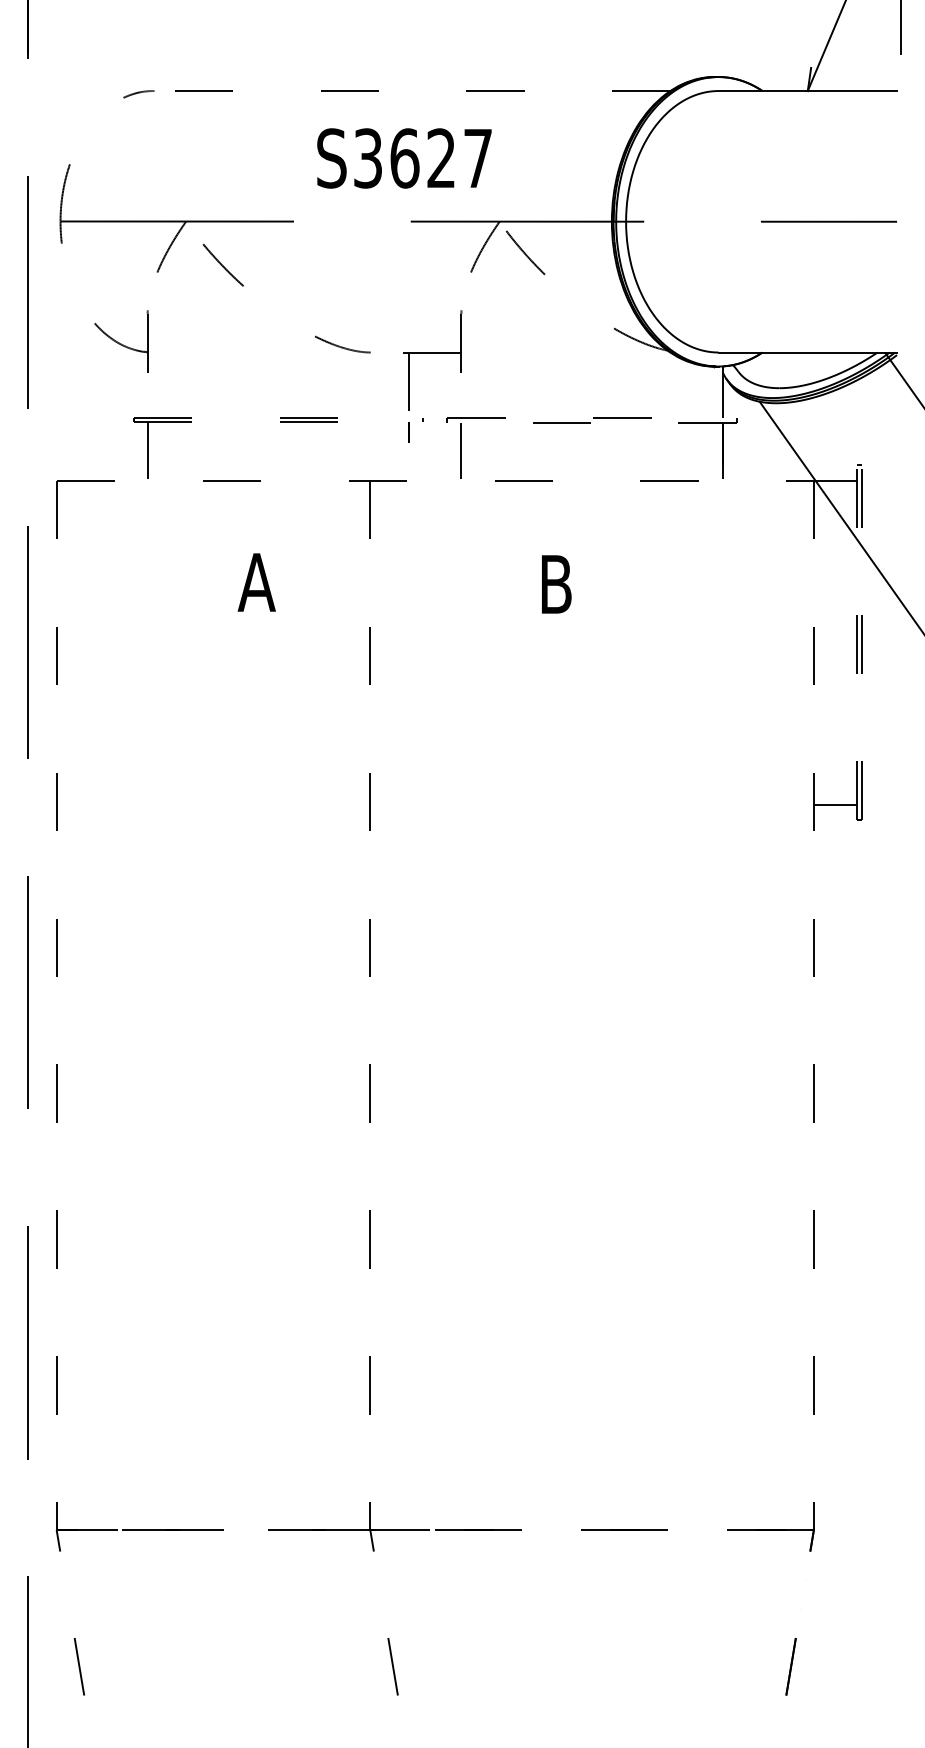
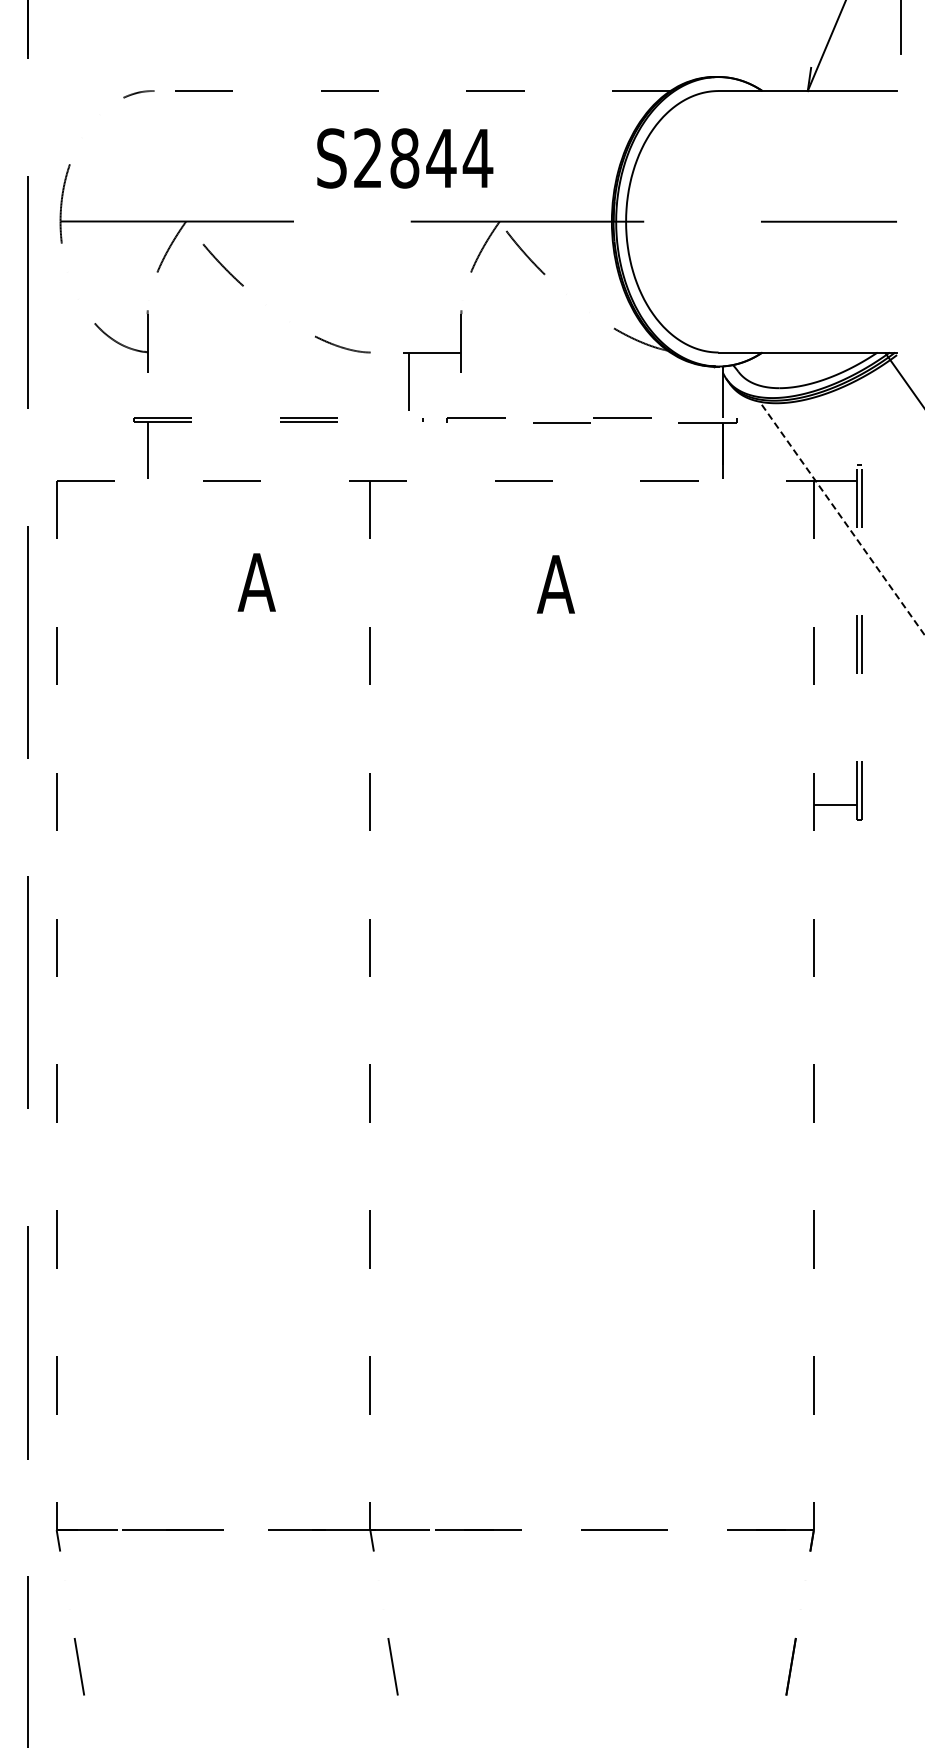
text at (423, 158): S3627 -> S2844
line at (408, 432): present -> none
line at (461, 451): present -> none
line at (842, 518): solid -> dashed
text at (555, 584): B -> A
